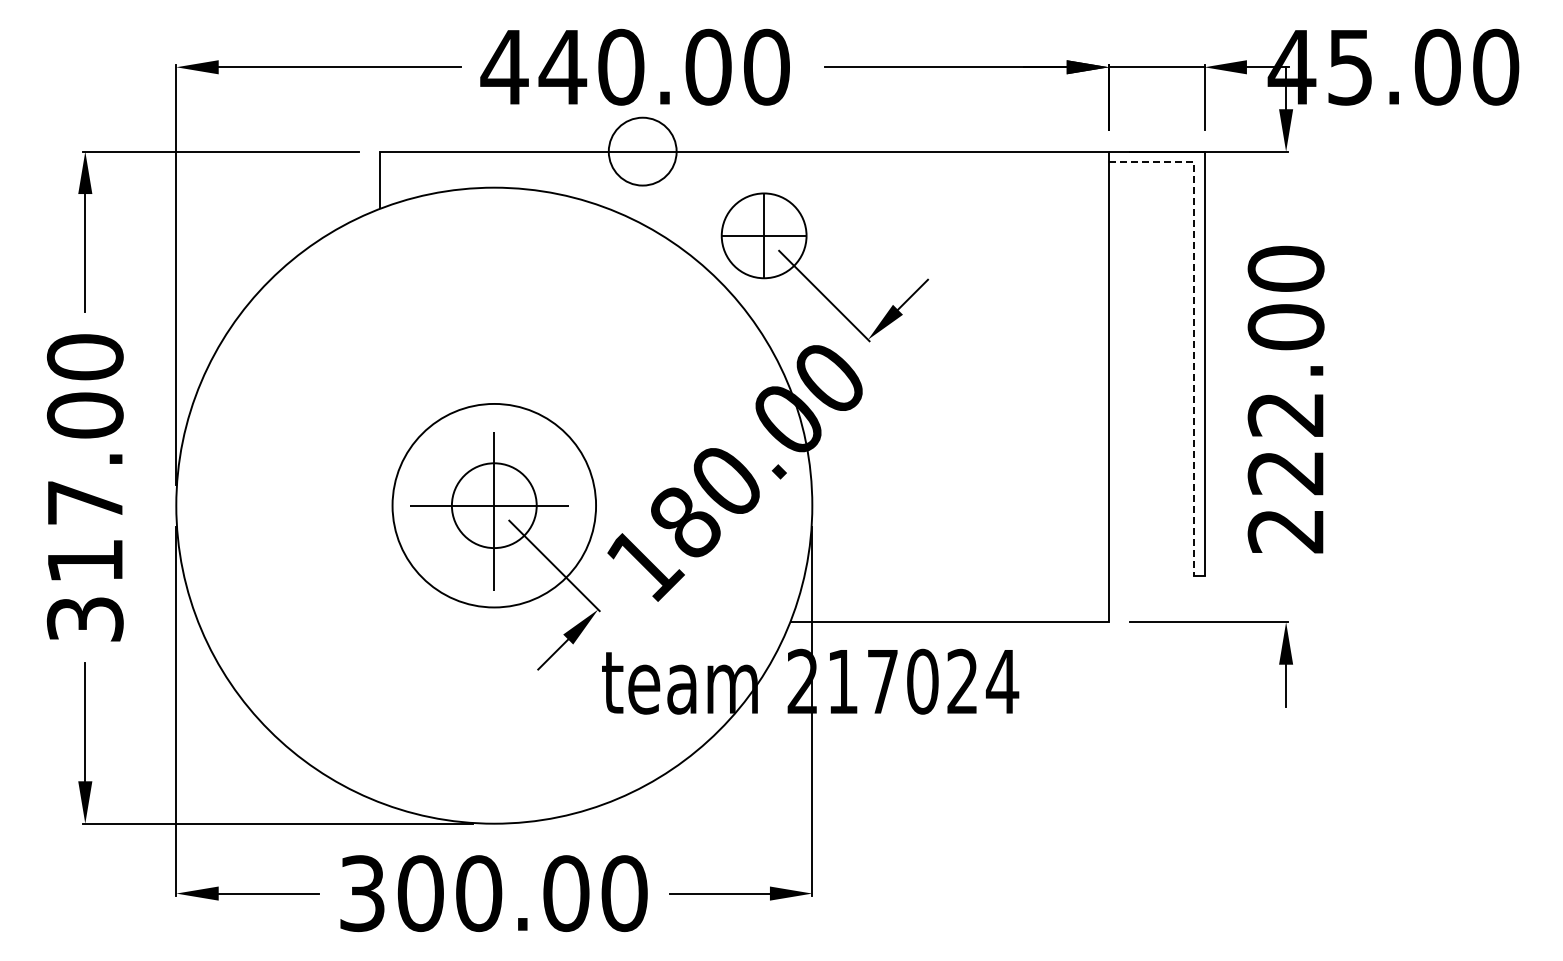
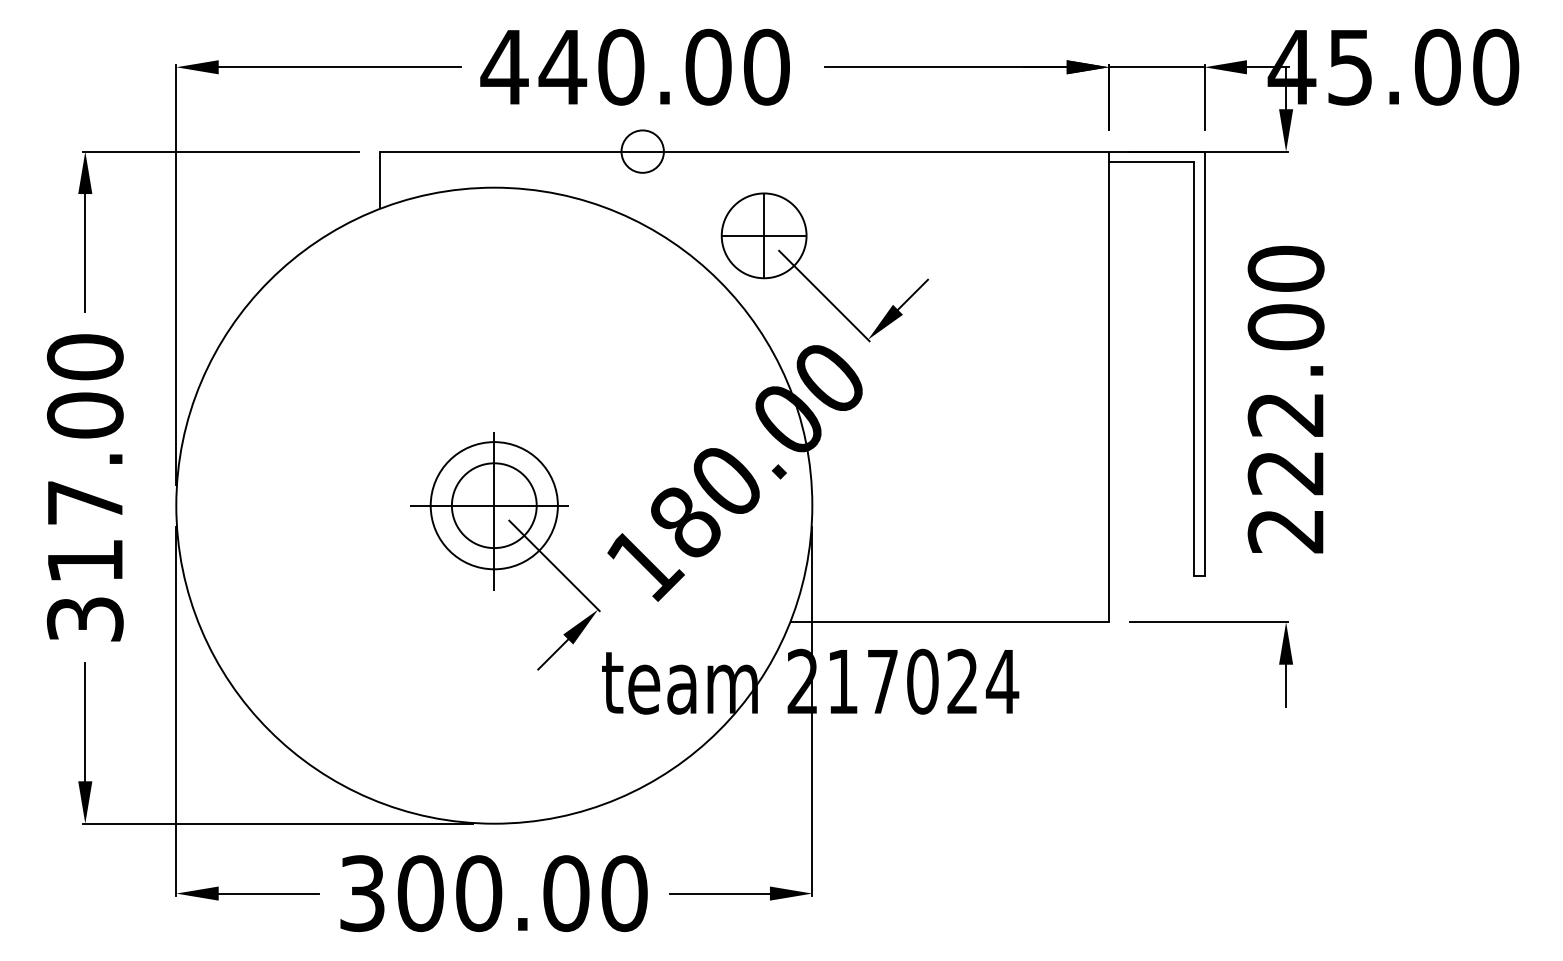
circle at (642, 151) diameter: 68 px -> 42 px
line at (1193, 326): dashed -> solid
circle at (494, 505) diameter: 204 px -> 127 px
